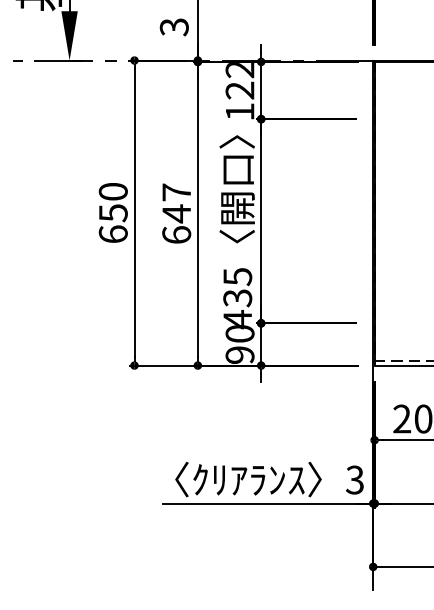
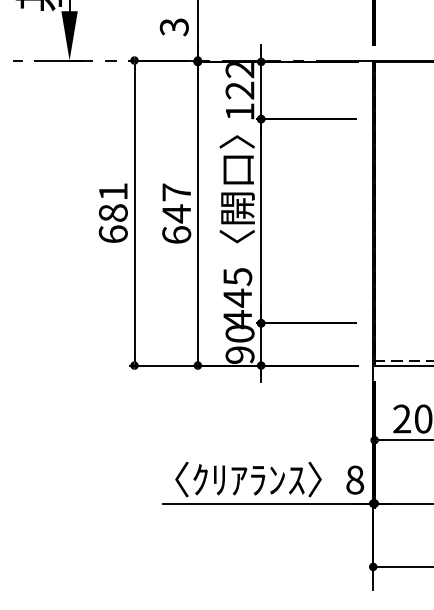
text at (112, 202): 650 -> 681
text at (237, 297): 435 -> 445
text at (355, 479): 3 -> 8
